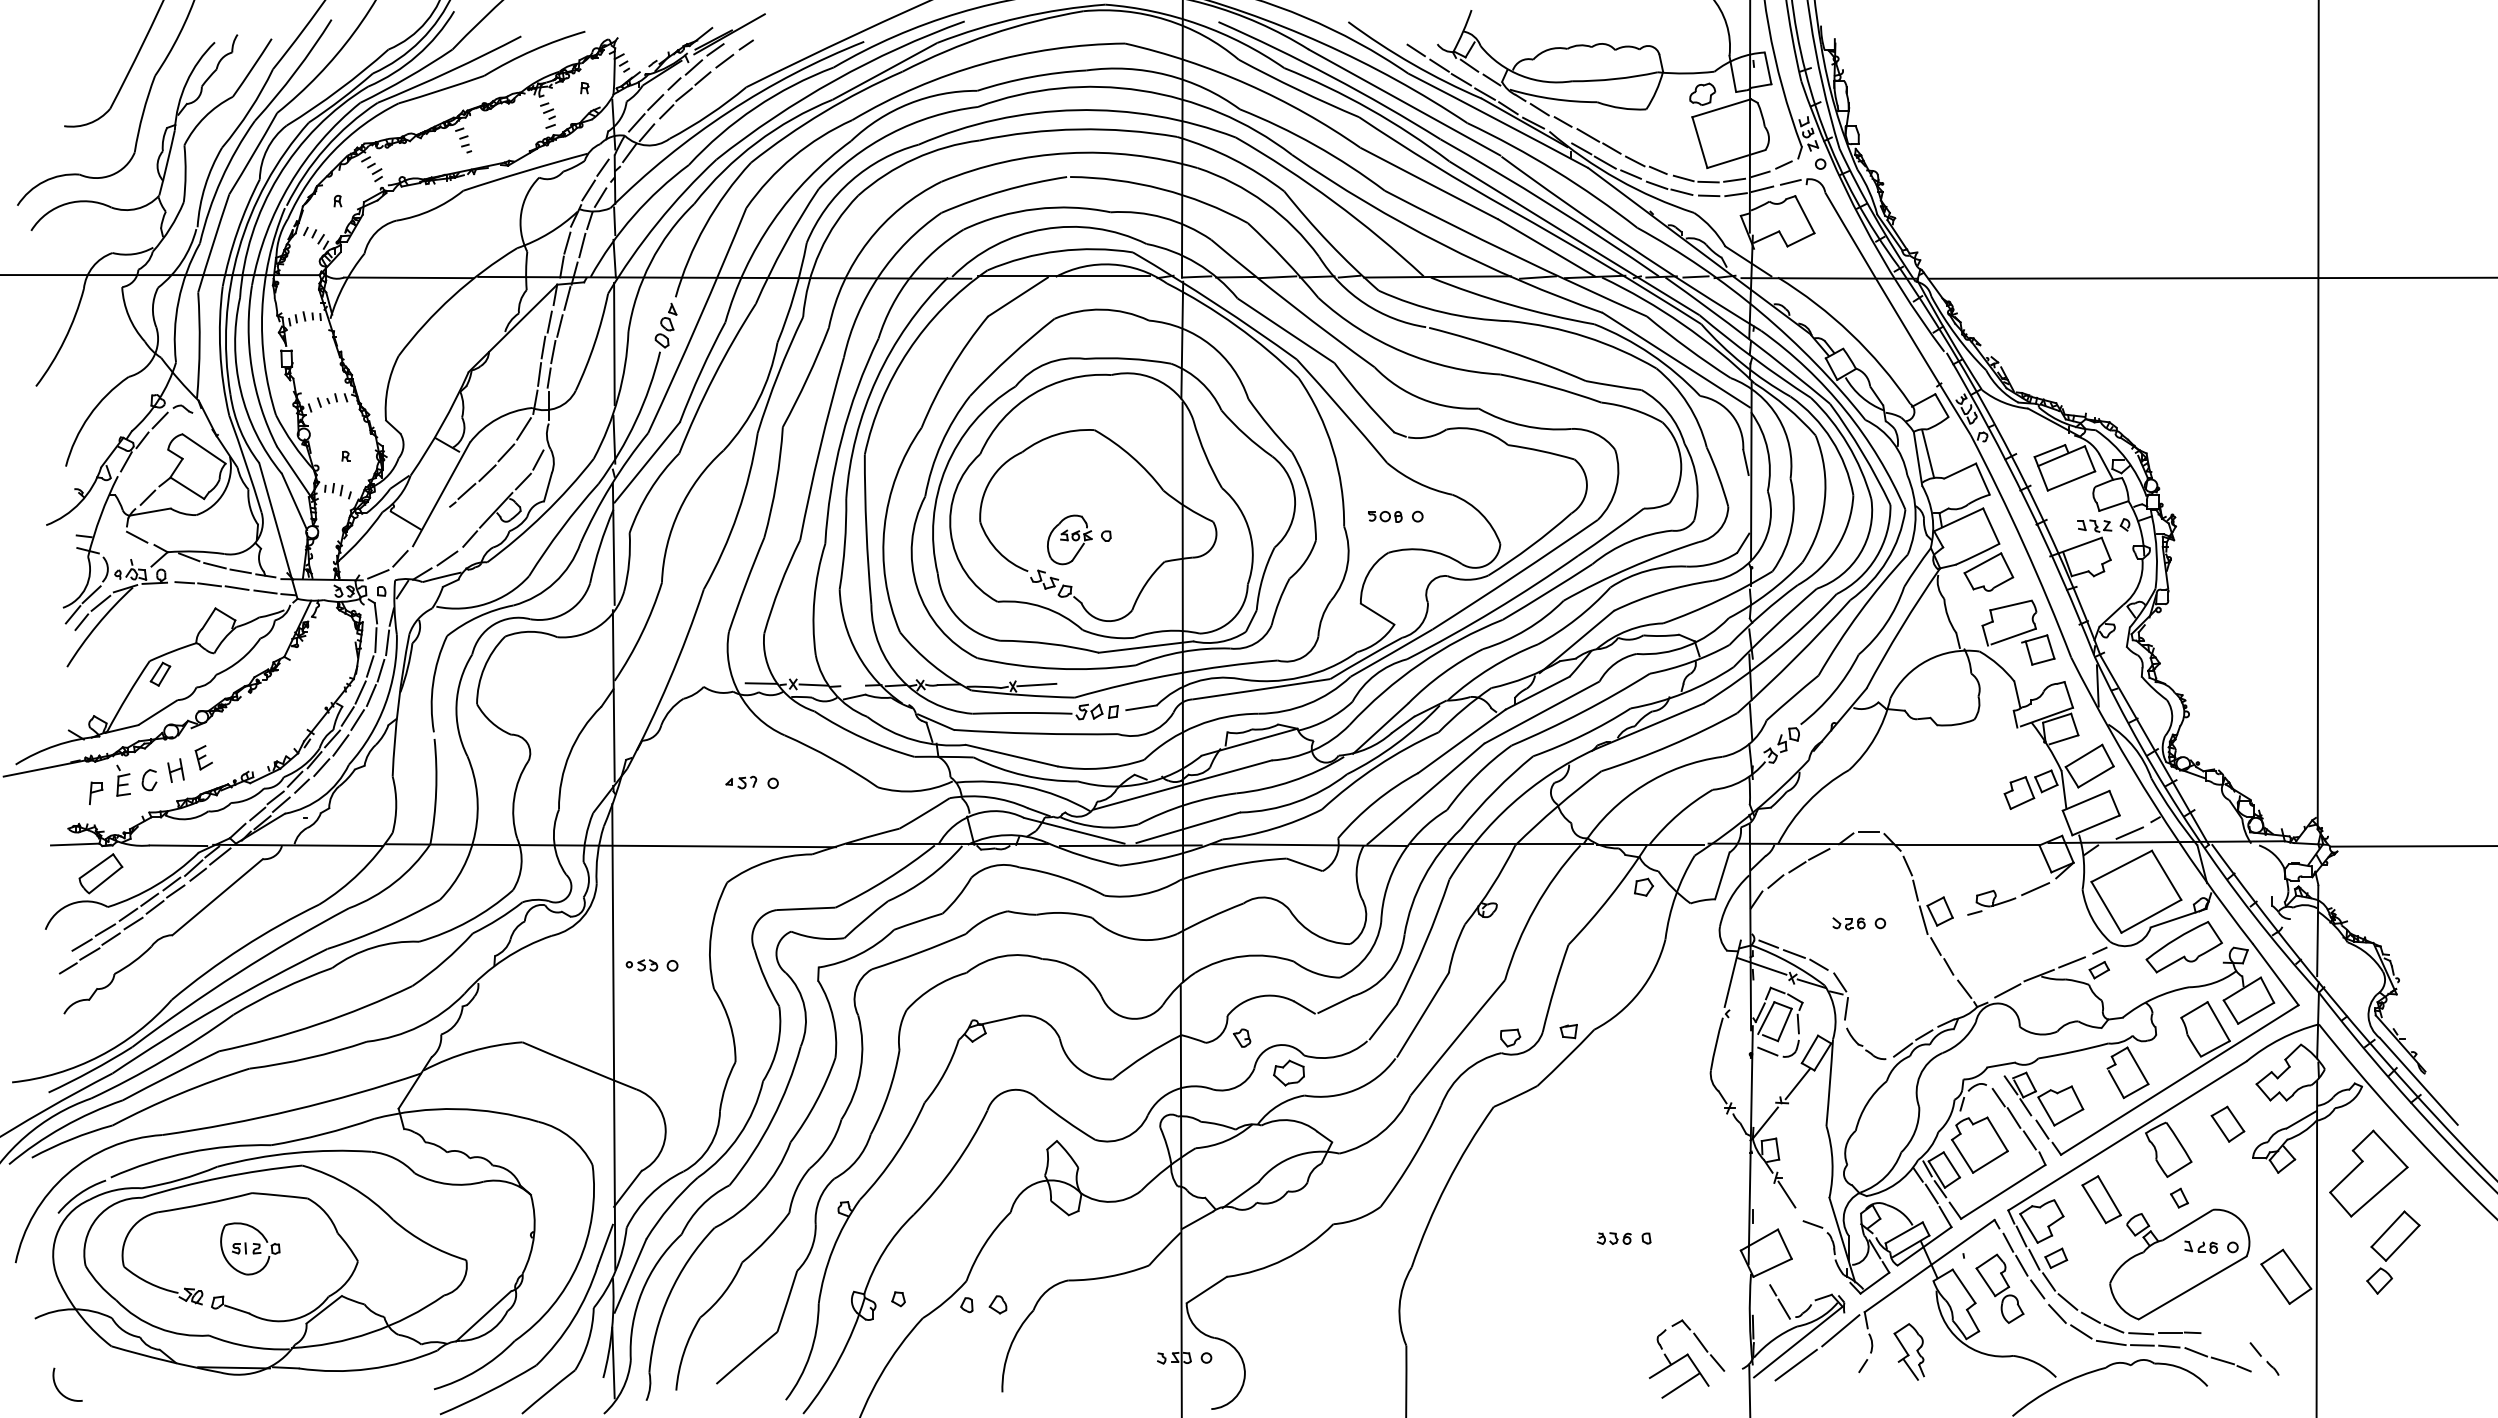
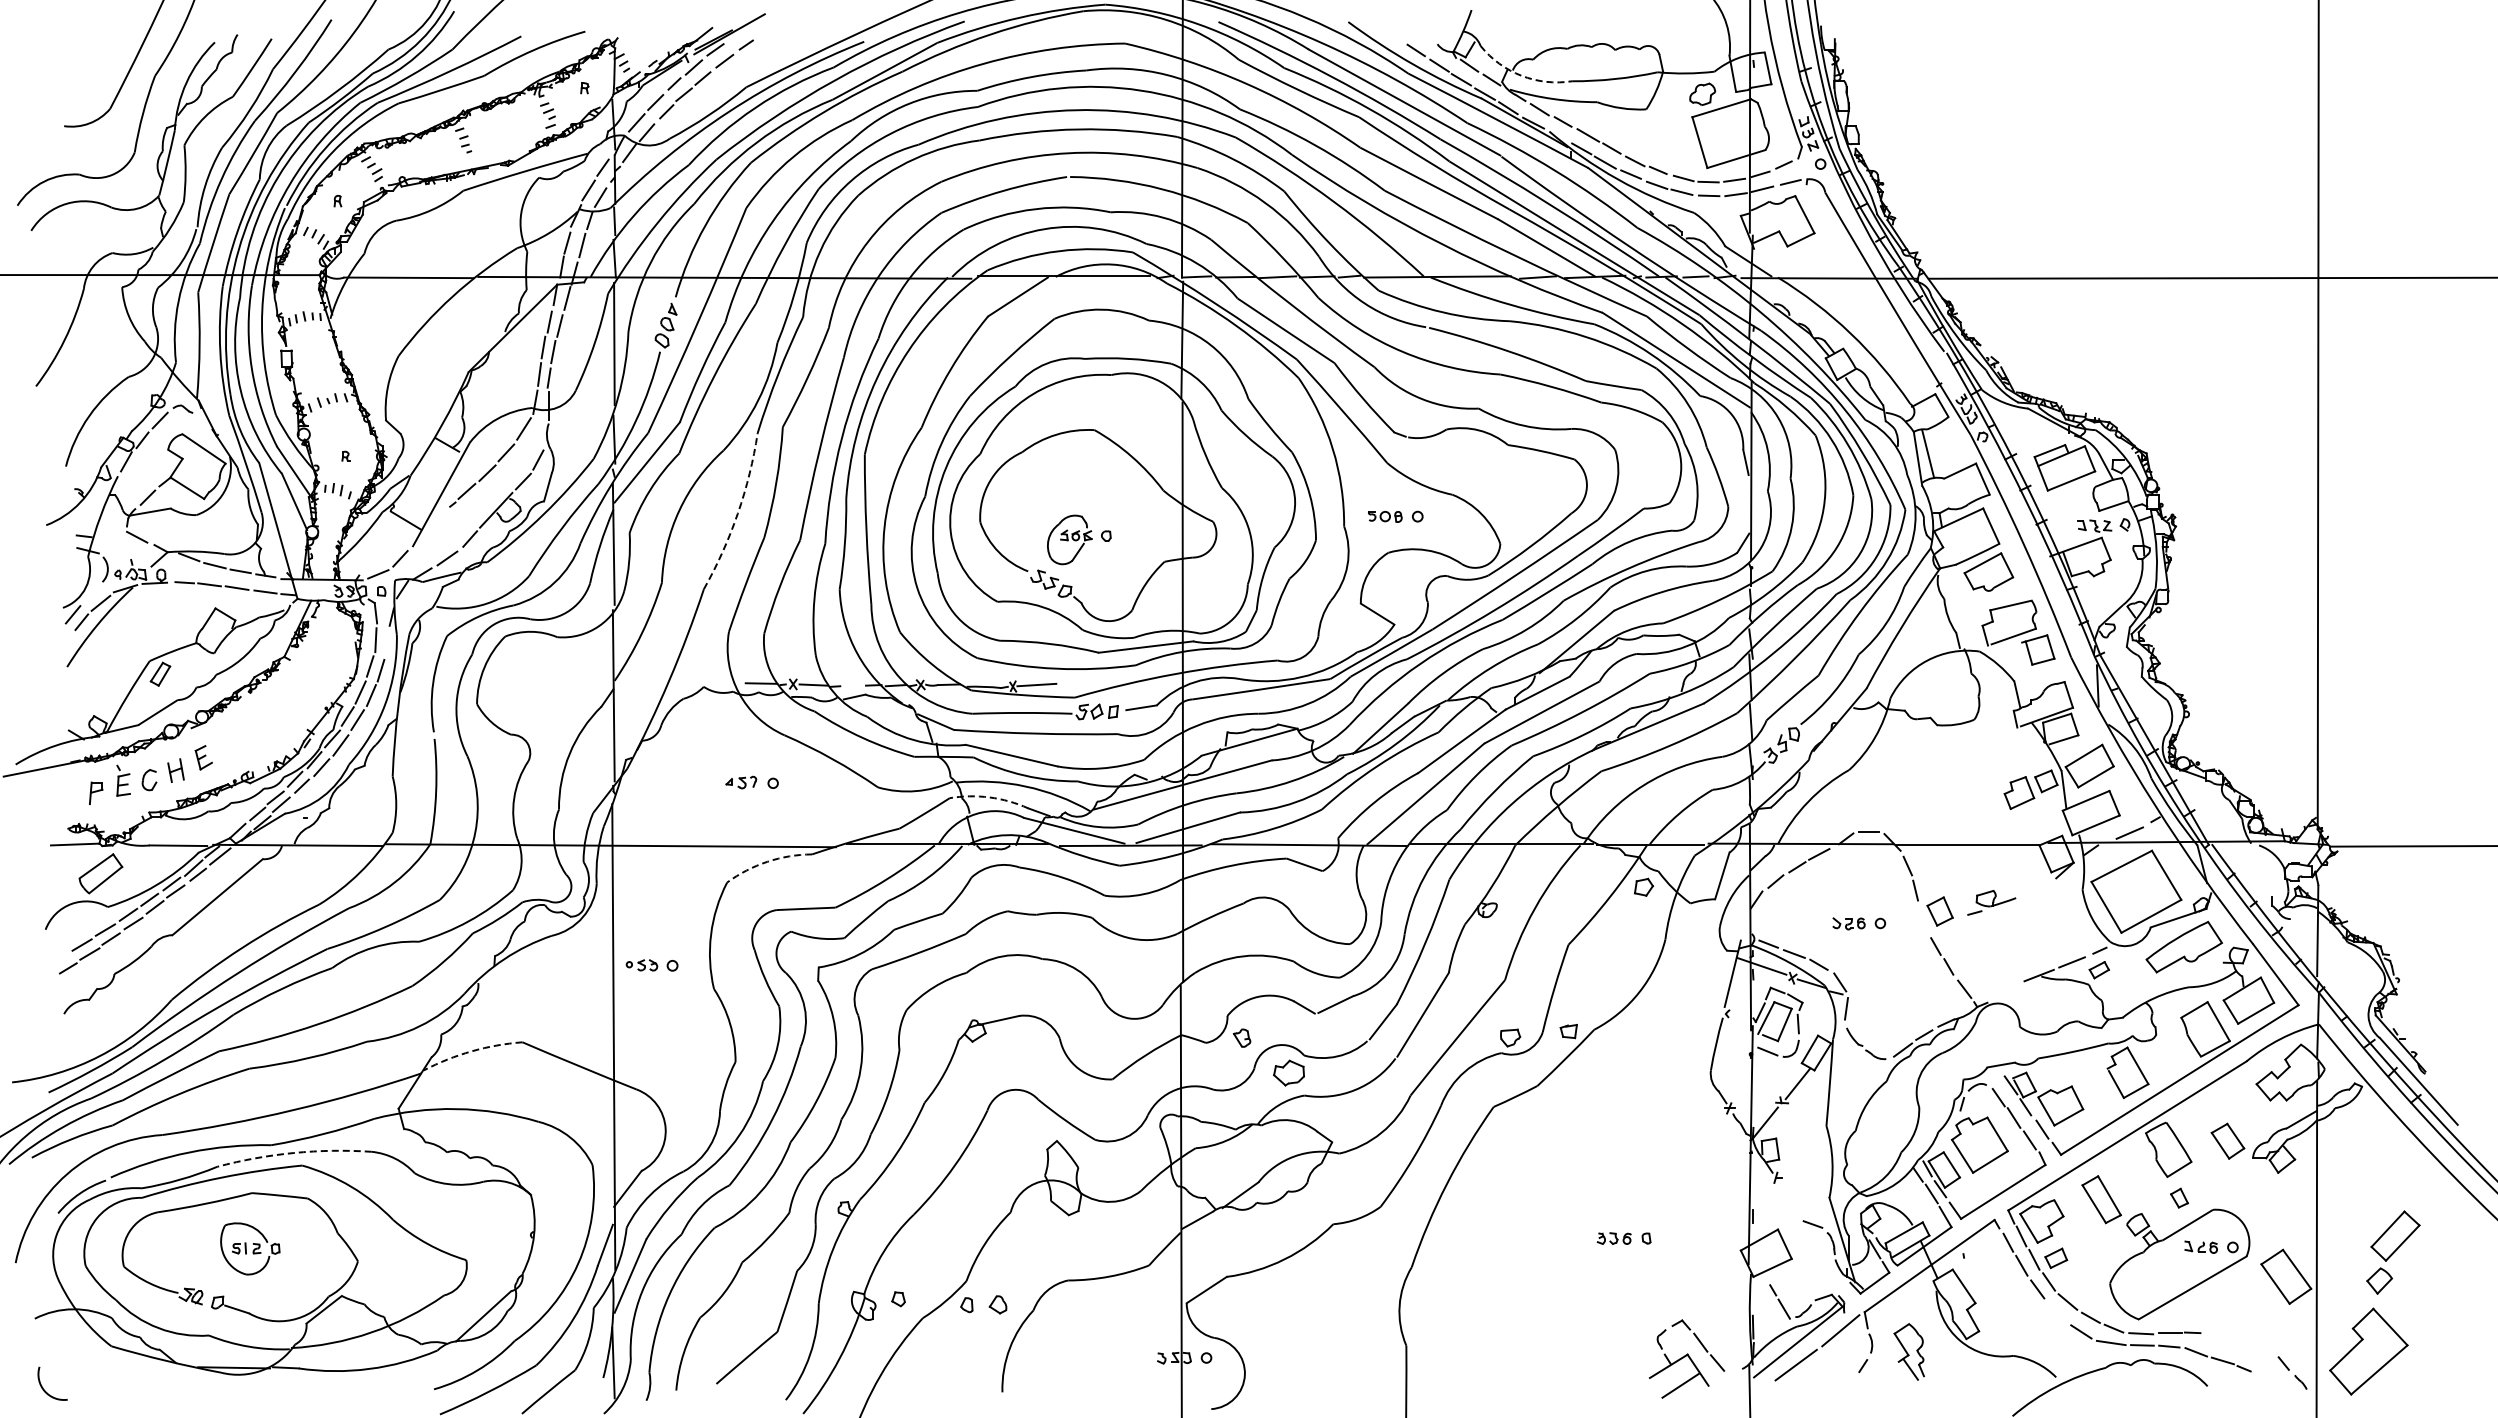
arc at (1521, 75): solid -> dashed
arc at (737, 513): solid -> dashed
line at (91, 594): present -> none
line at (387, 642): present -> none
arc at (989, 797): solid -> dashed
arc at (767, 861): solid -> dashed
line at (2035, 889): present -> none
line at (1923, 919): present -> none
line at (2007, 990): present -> none
arc at (471, 1051): solid -> dashed
part at (2227, 1123) position: (2227, 1123) -> (2227, 1140)
arc at (293, 1153): solid -> dashed
part at (2368, 1173) position: (2368, 1173) -> (2368, 1351)
line at (1786, 1194): present -> none
part at (1999, 1288): present -> none
line at (2057, 1313): present -> none
part at (2264, 1358) position: (2264, 1358) -> (2292, 1372)
arc at (58, 1388) position: (58, 1388) -> (43, 1387)
